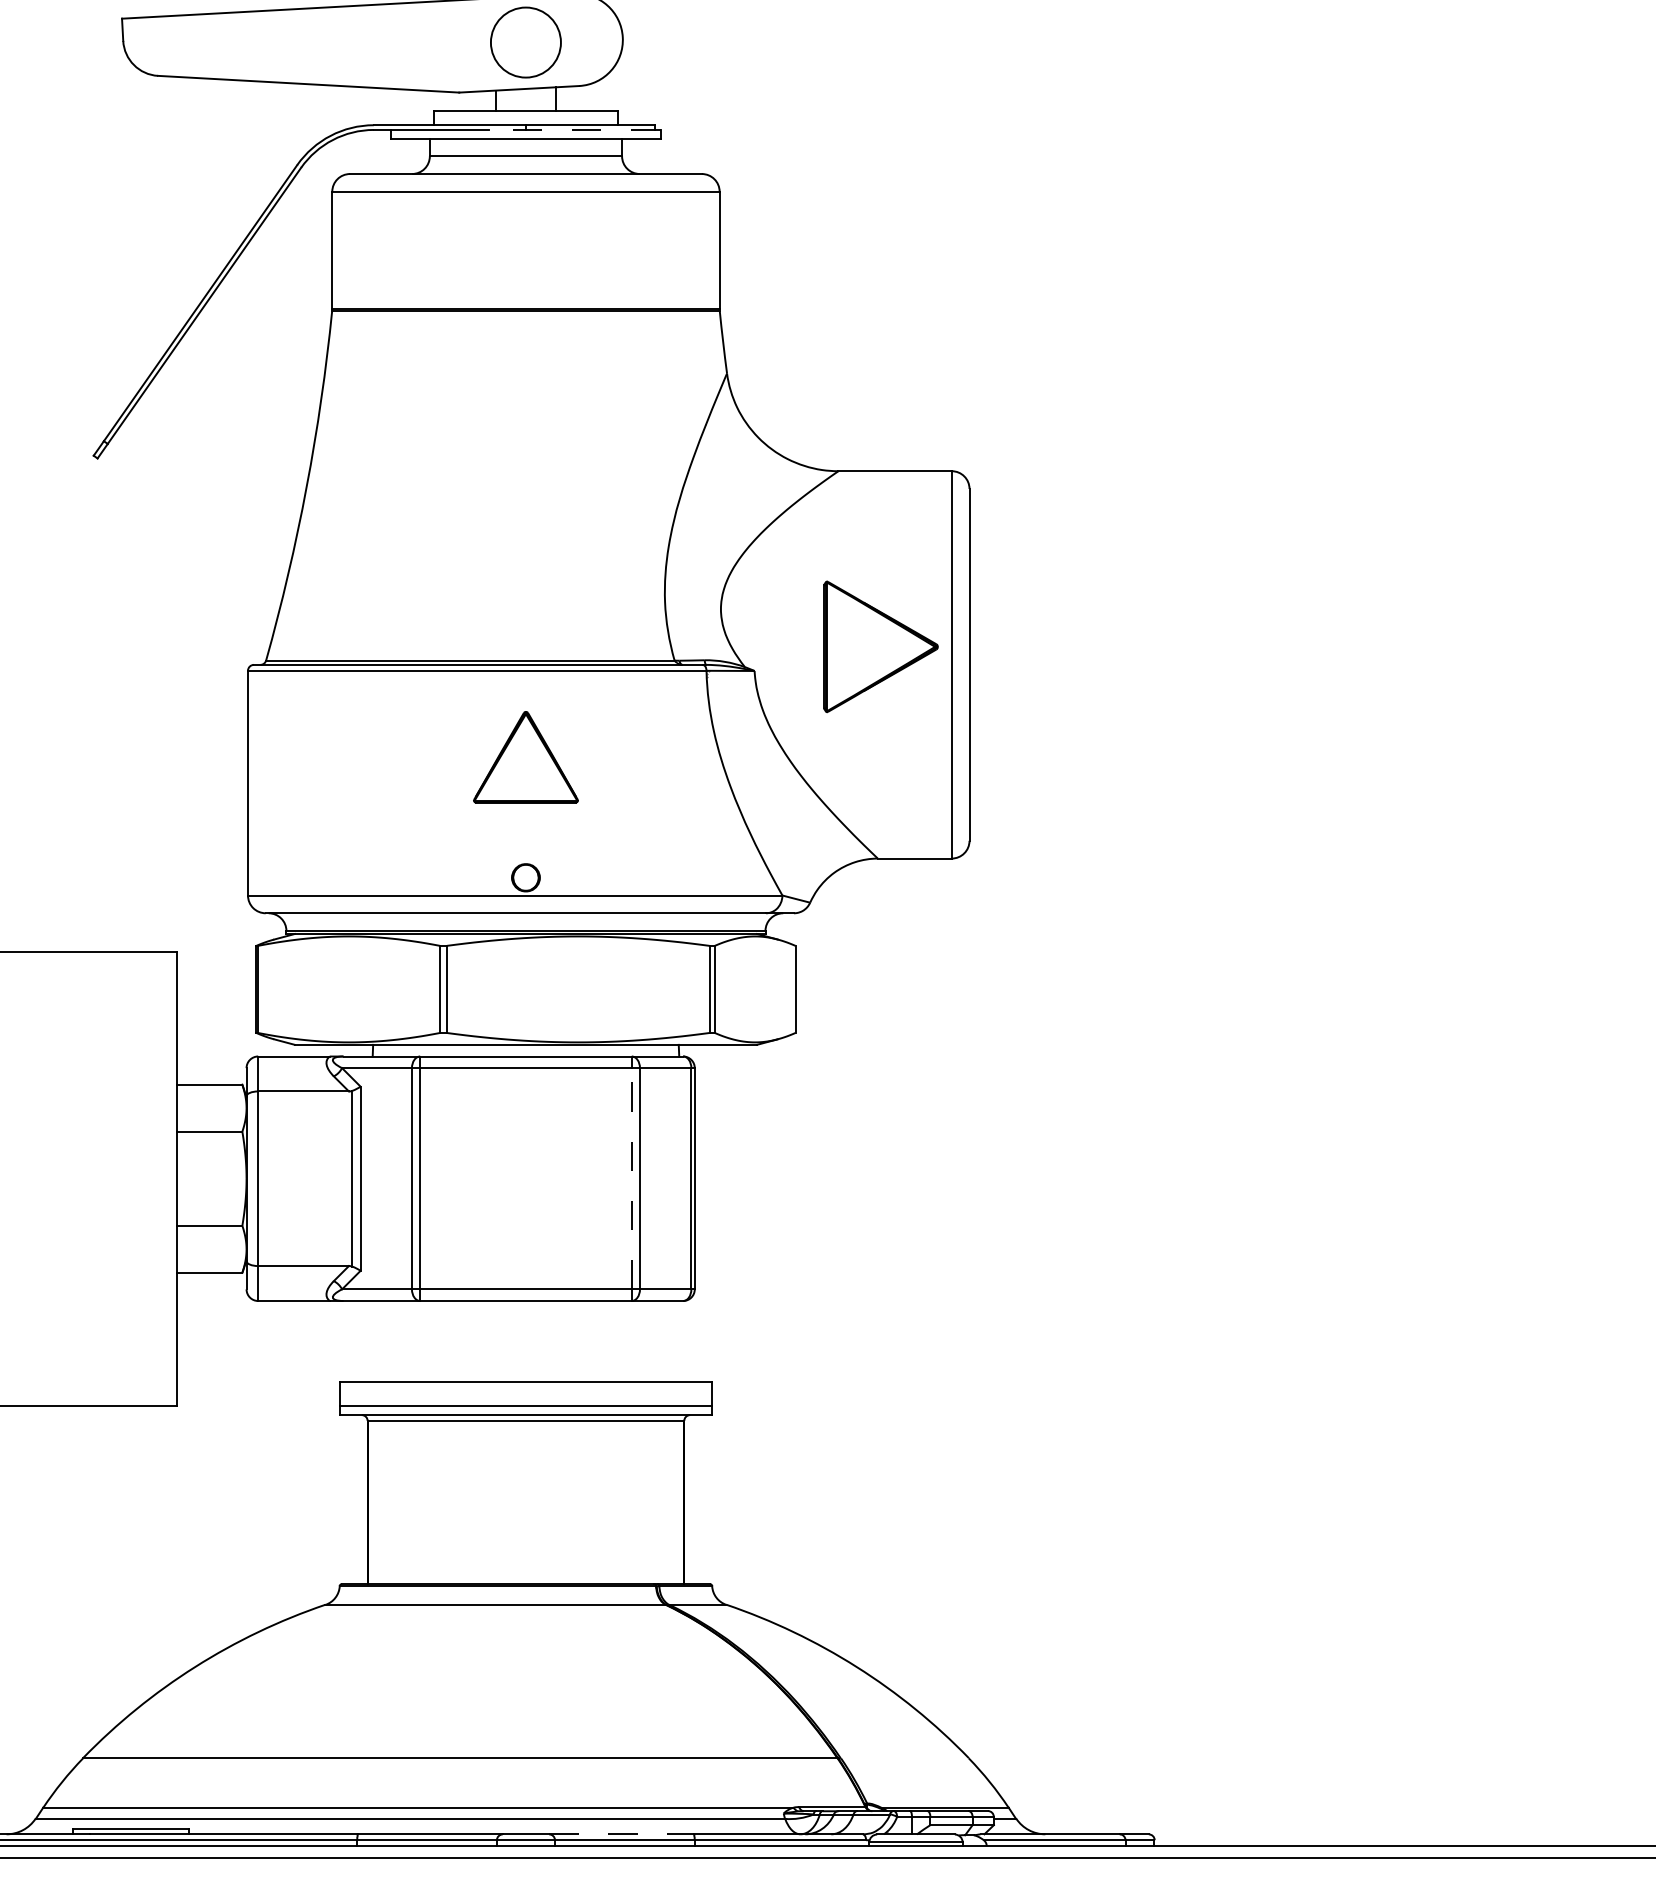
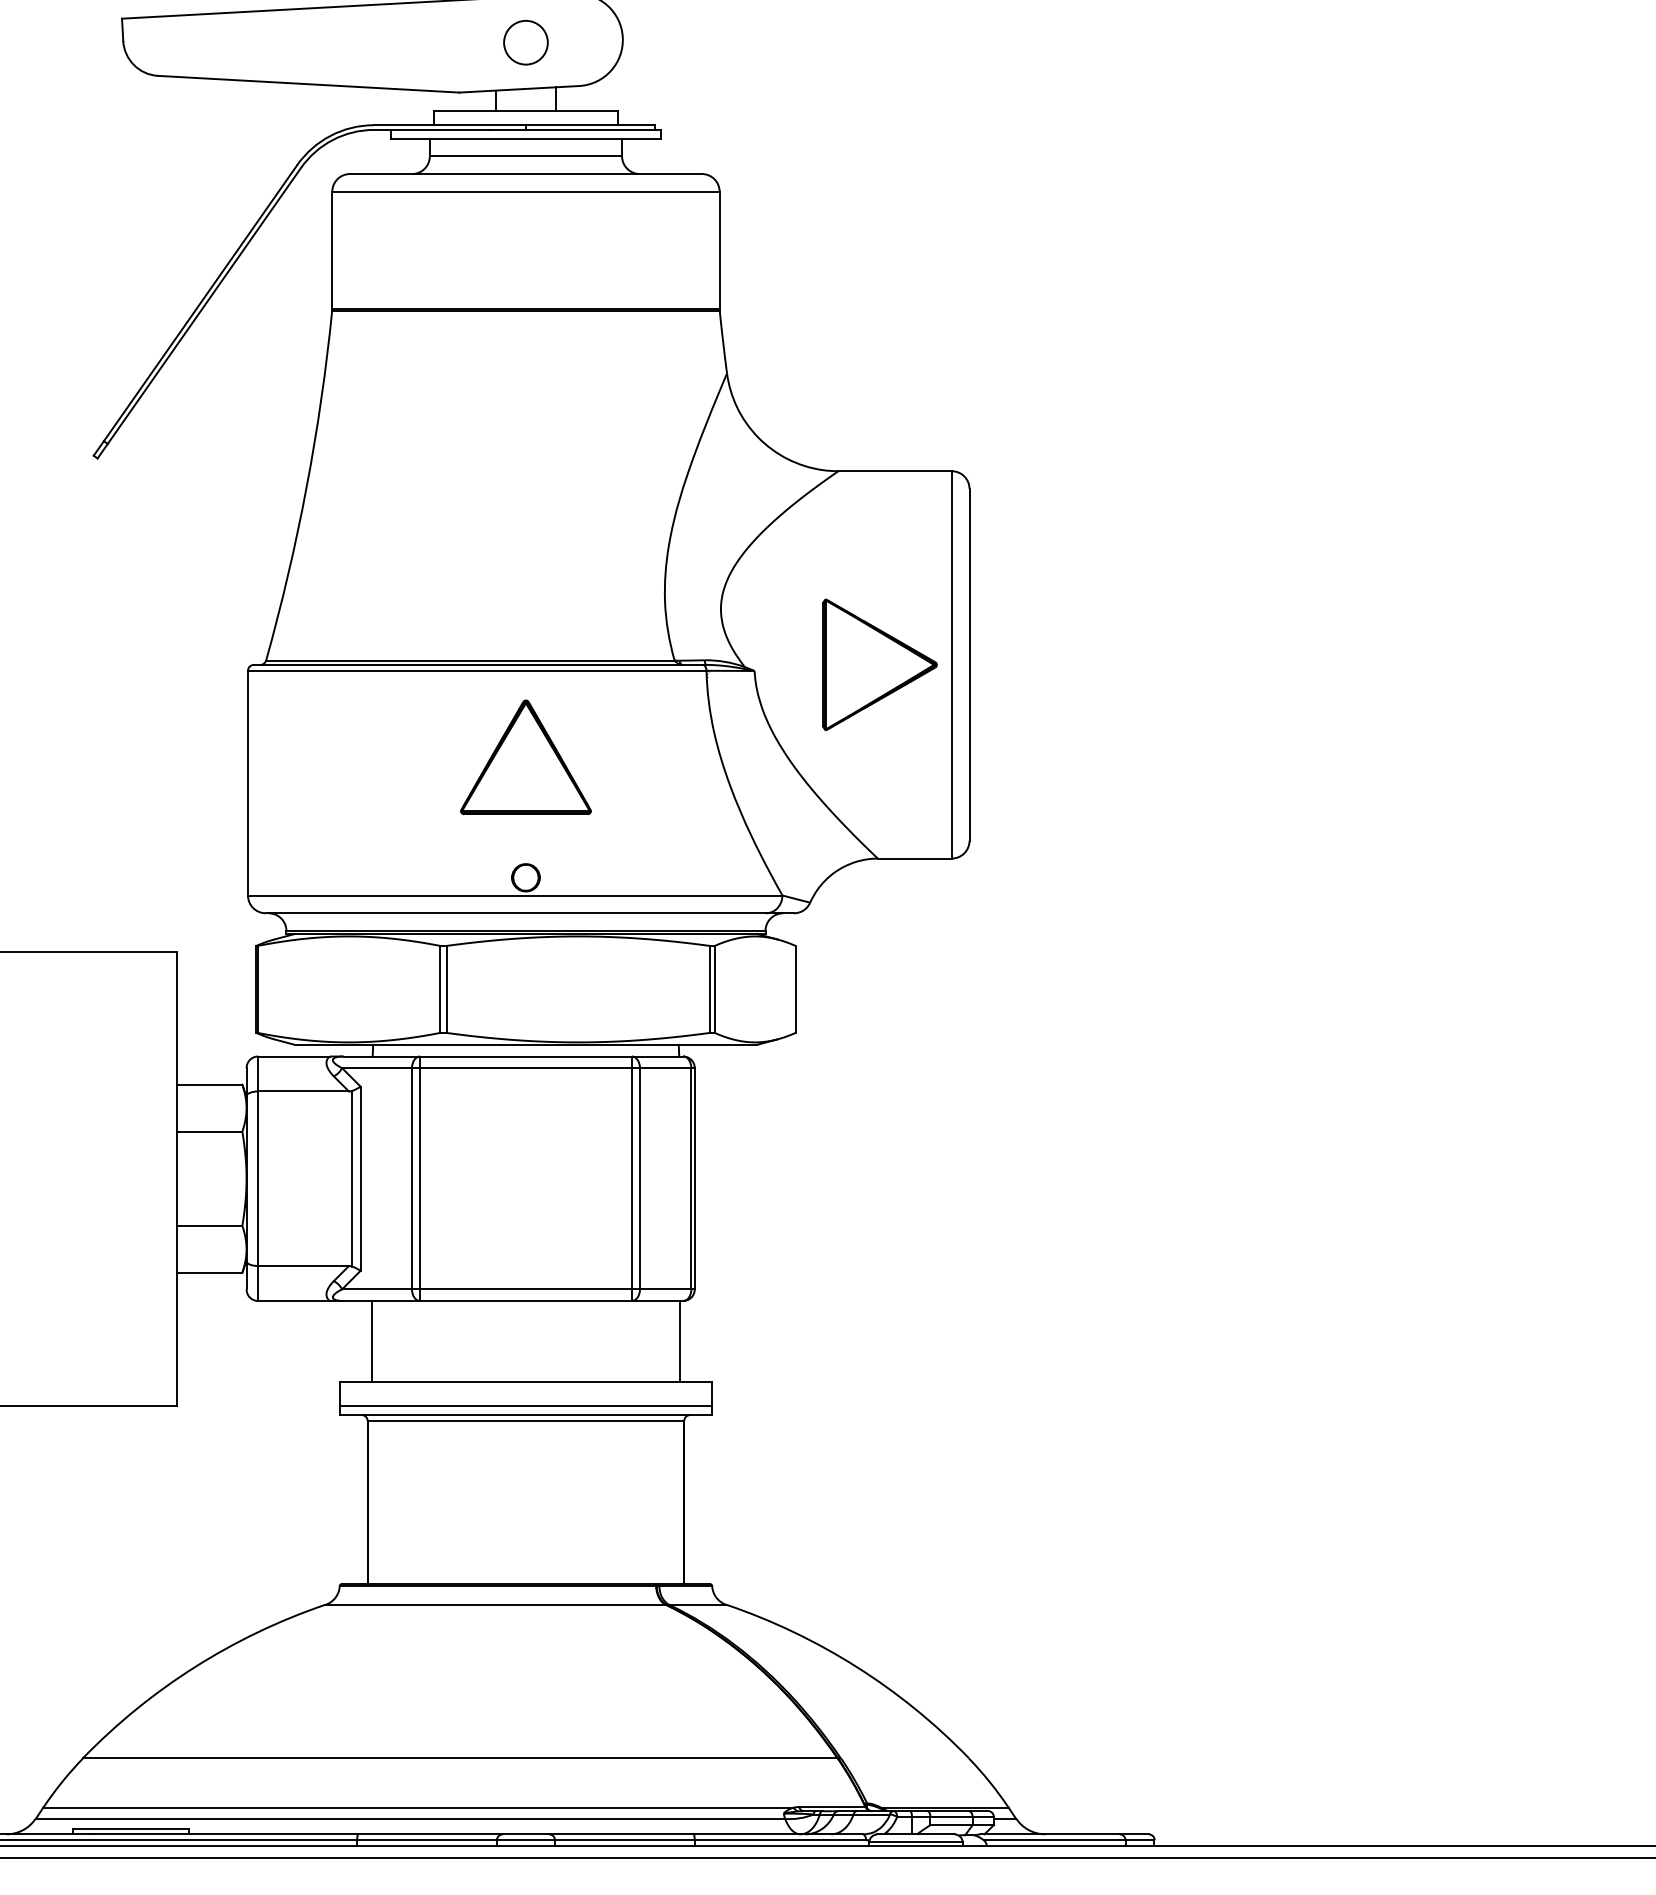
circle at (525, 42) size: 72x73 px -> 46x46 px
line at (574, 129): dashed -> solid
part at (880, 646) position: (880, 646) -> (879, 664)
part at (525, 757) size: 106x93 px -> 132x117 px
line at (631, 1178): dashed -> solid
line at (372, 1341): none -> present
line at (679, 1341): none -> present
line at (621, 1834): dashed -> solid
